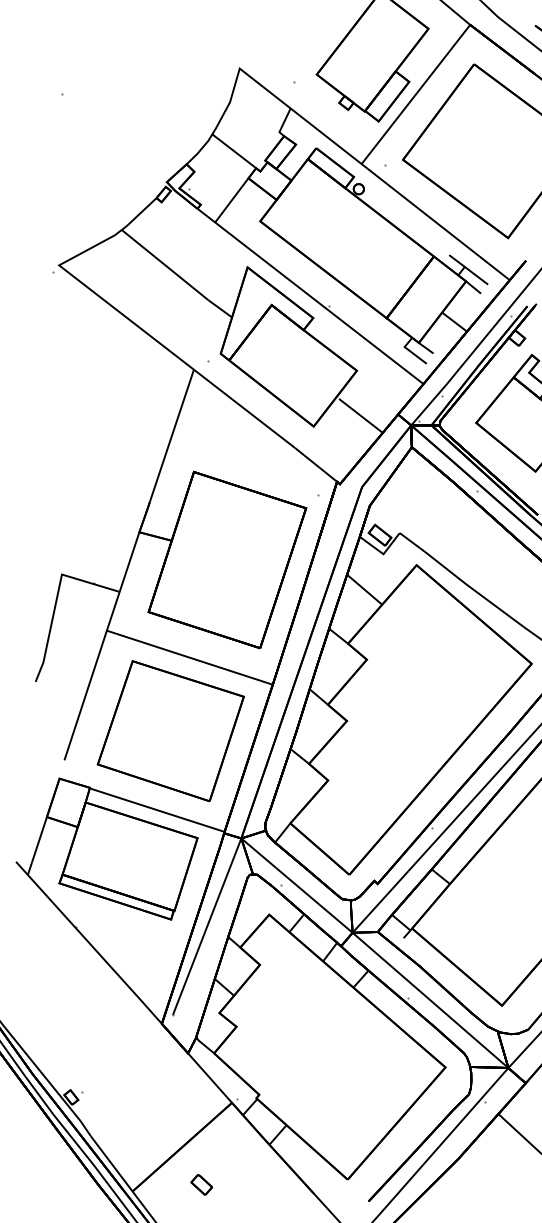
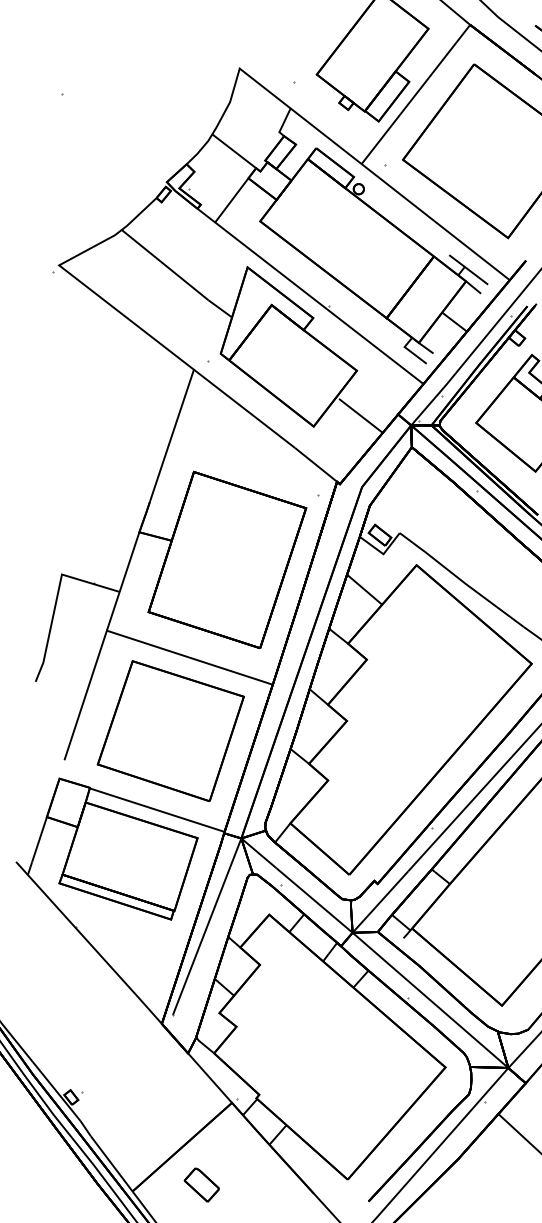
part at (201, 1184) size: 23x22 px -> 37x36 px
